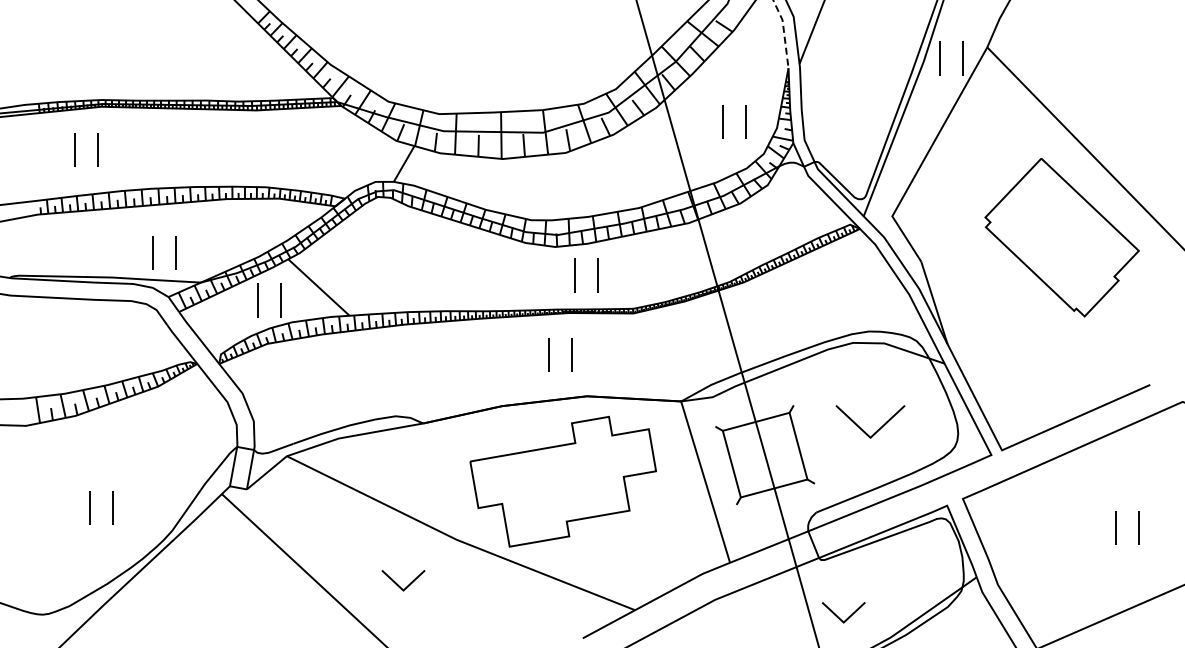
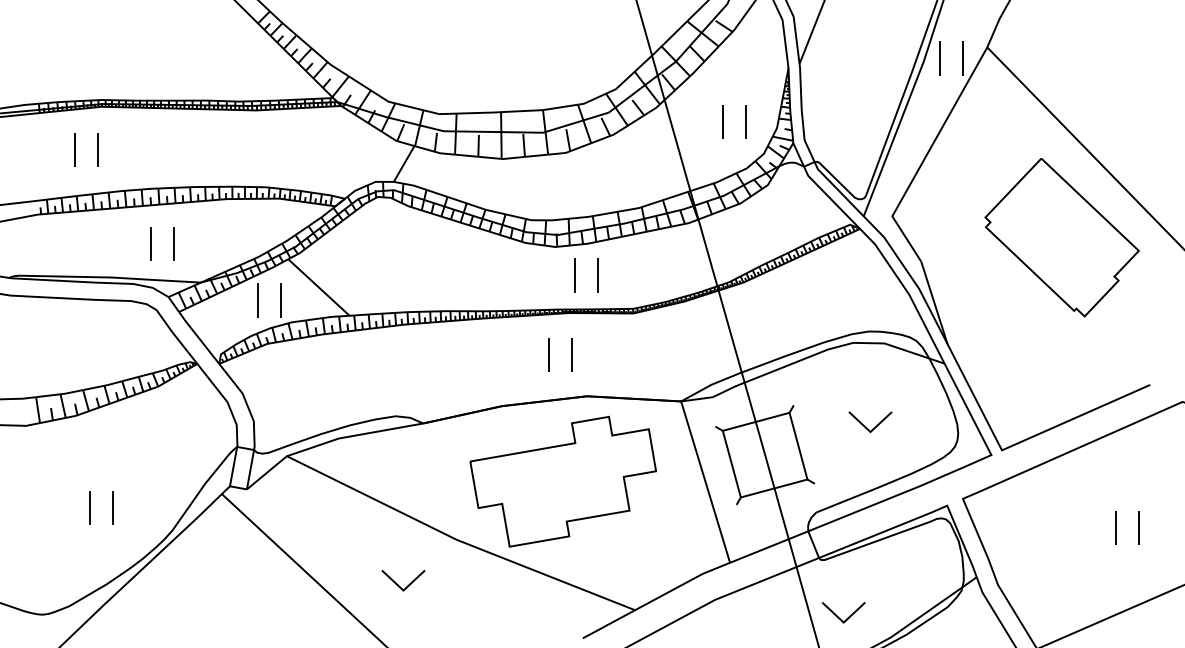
line at (784, 32): dashed -> solid
part at (153, 252) position: (153, 252) -> (151, 243)
part at (870, 421) size: 71x34 px -> 45x23 px
